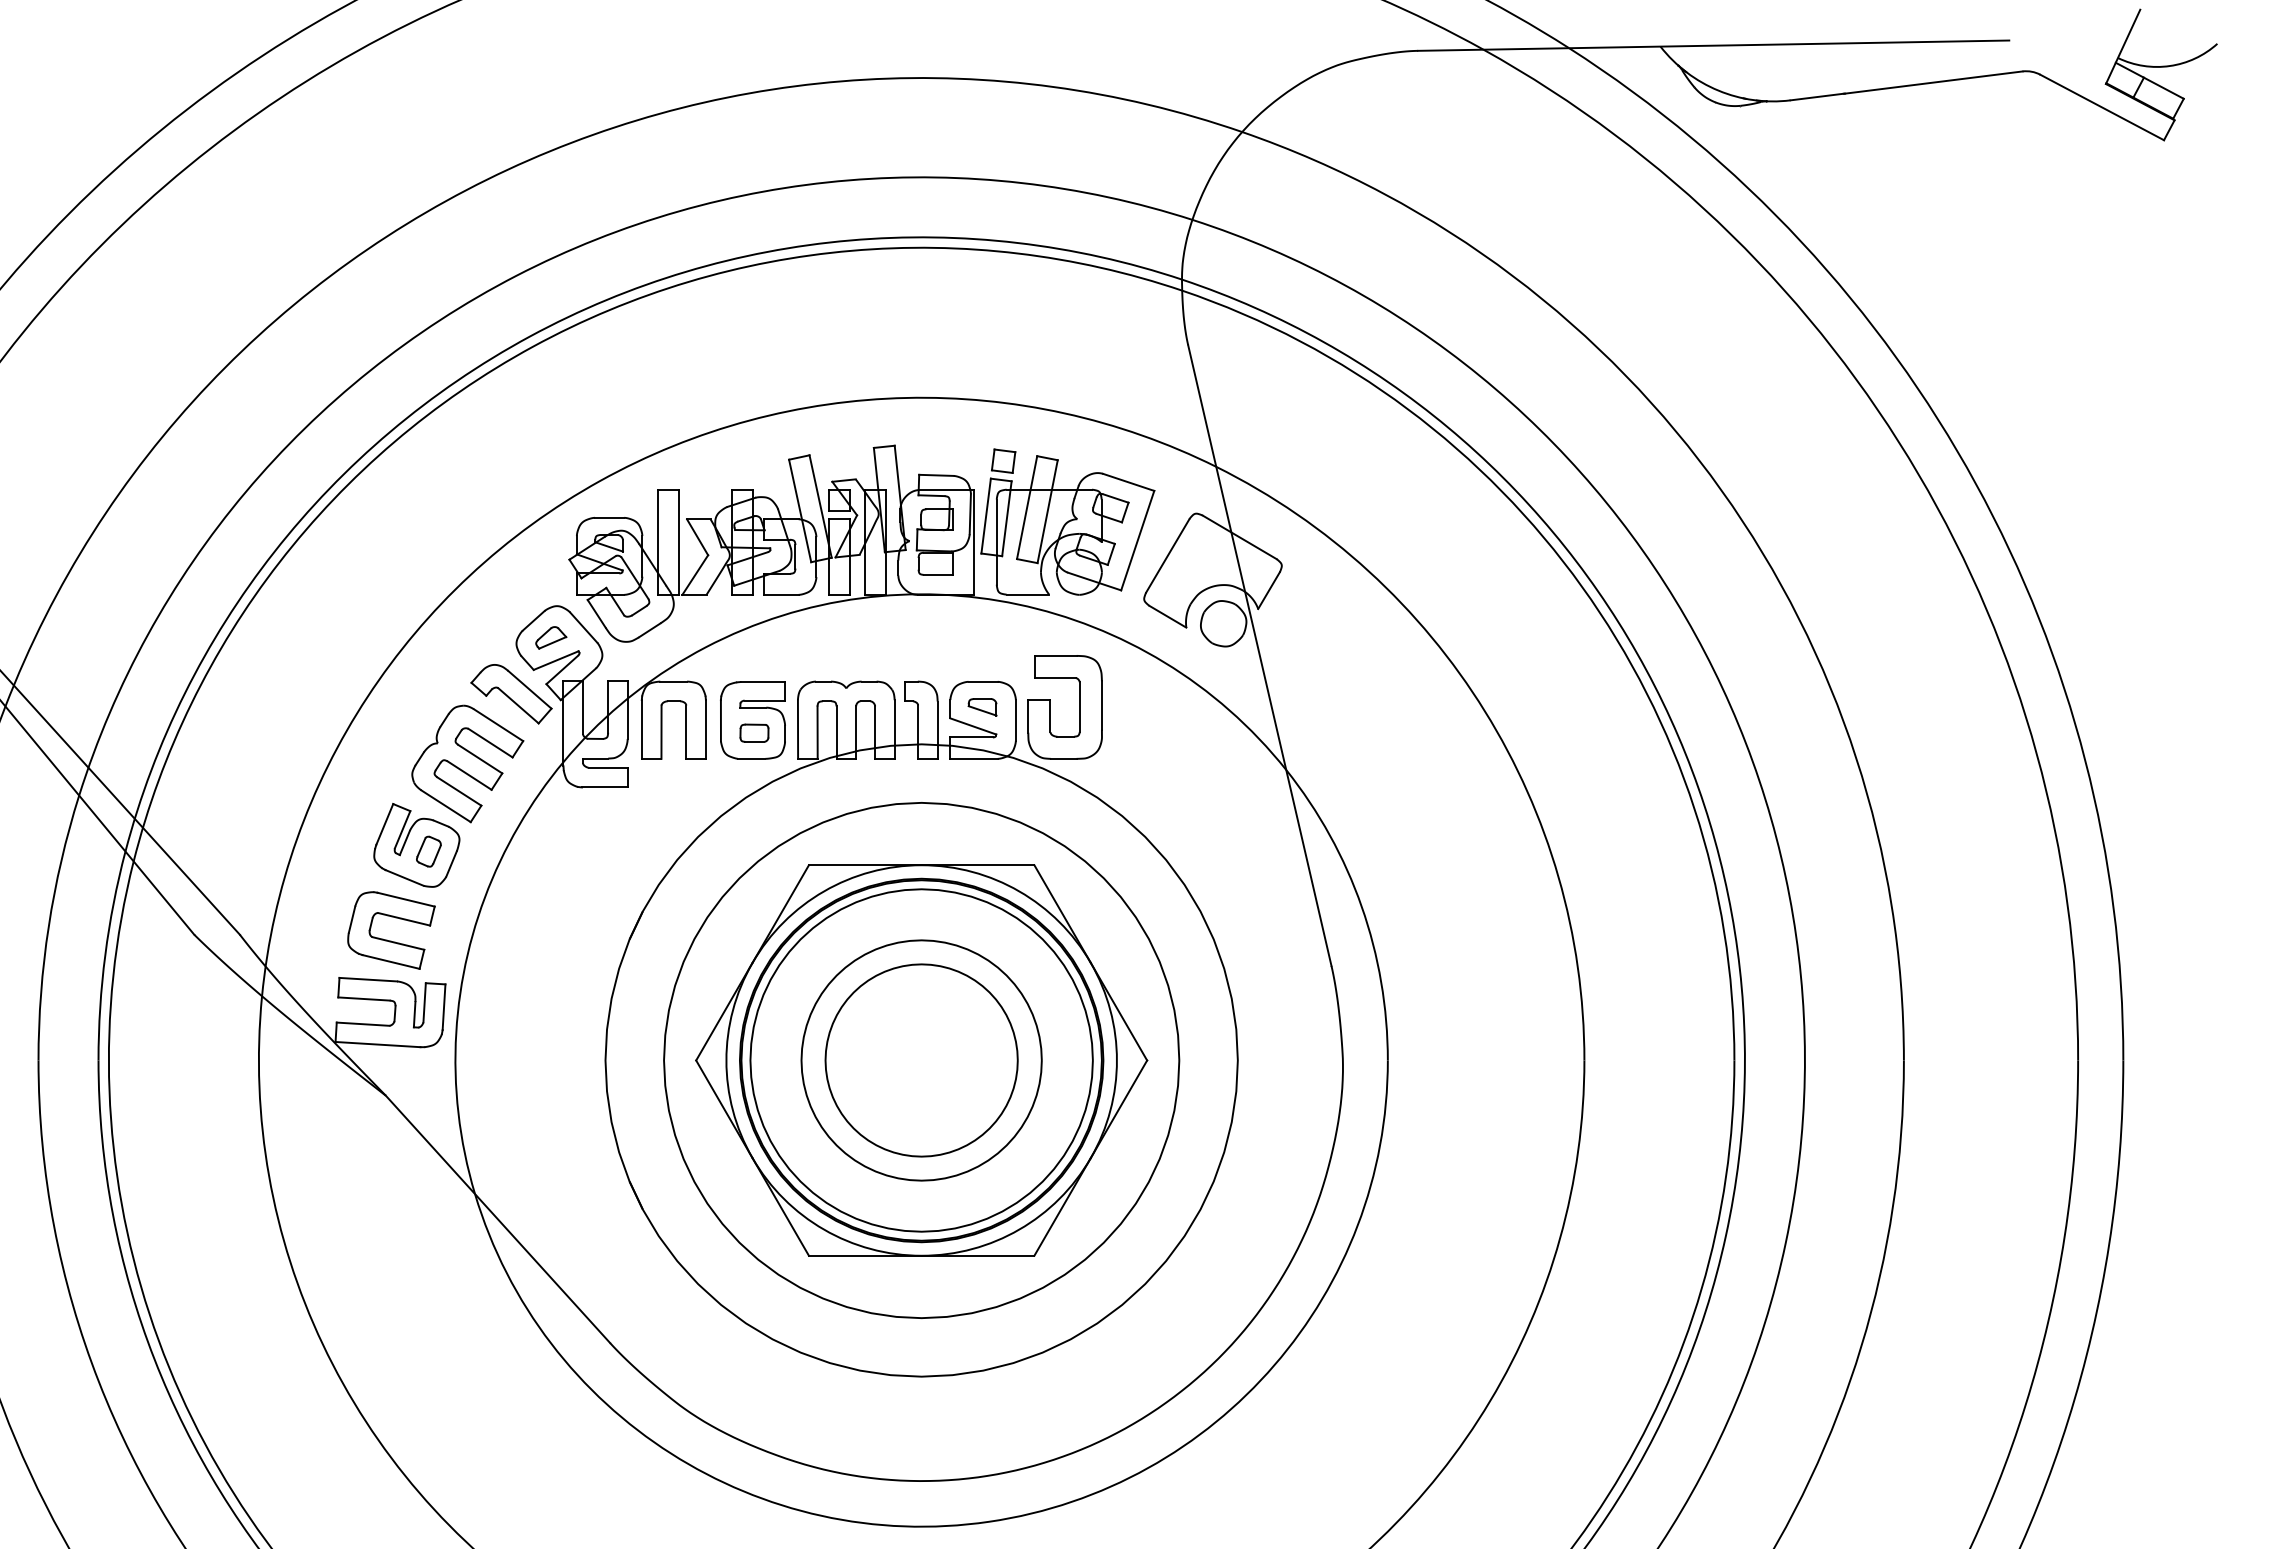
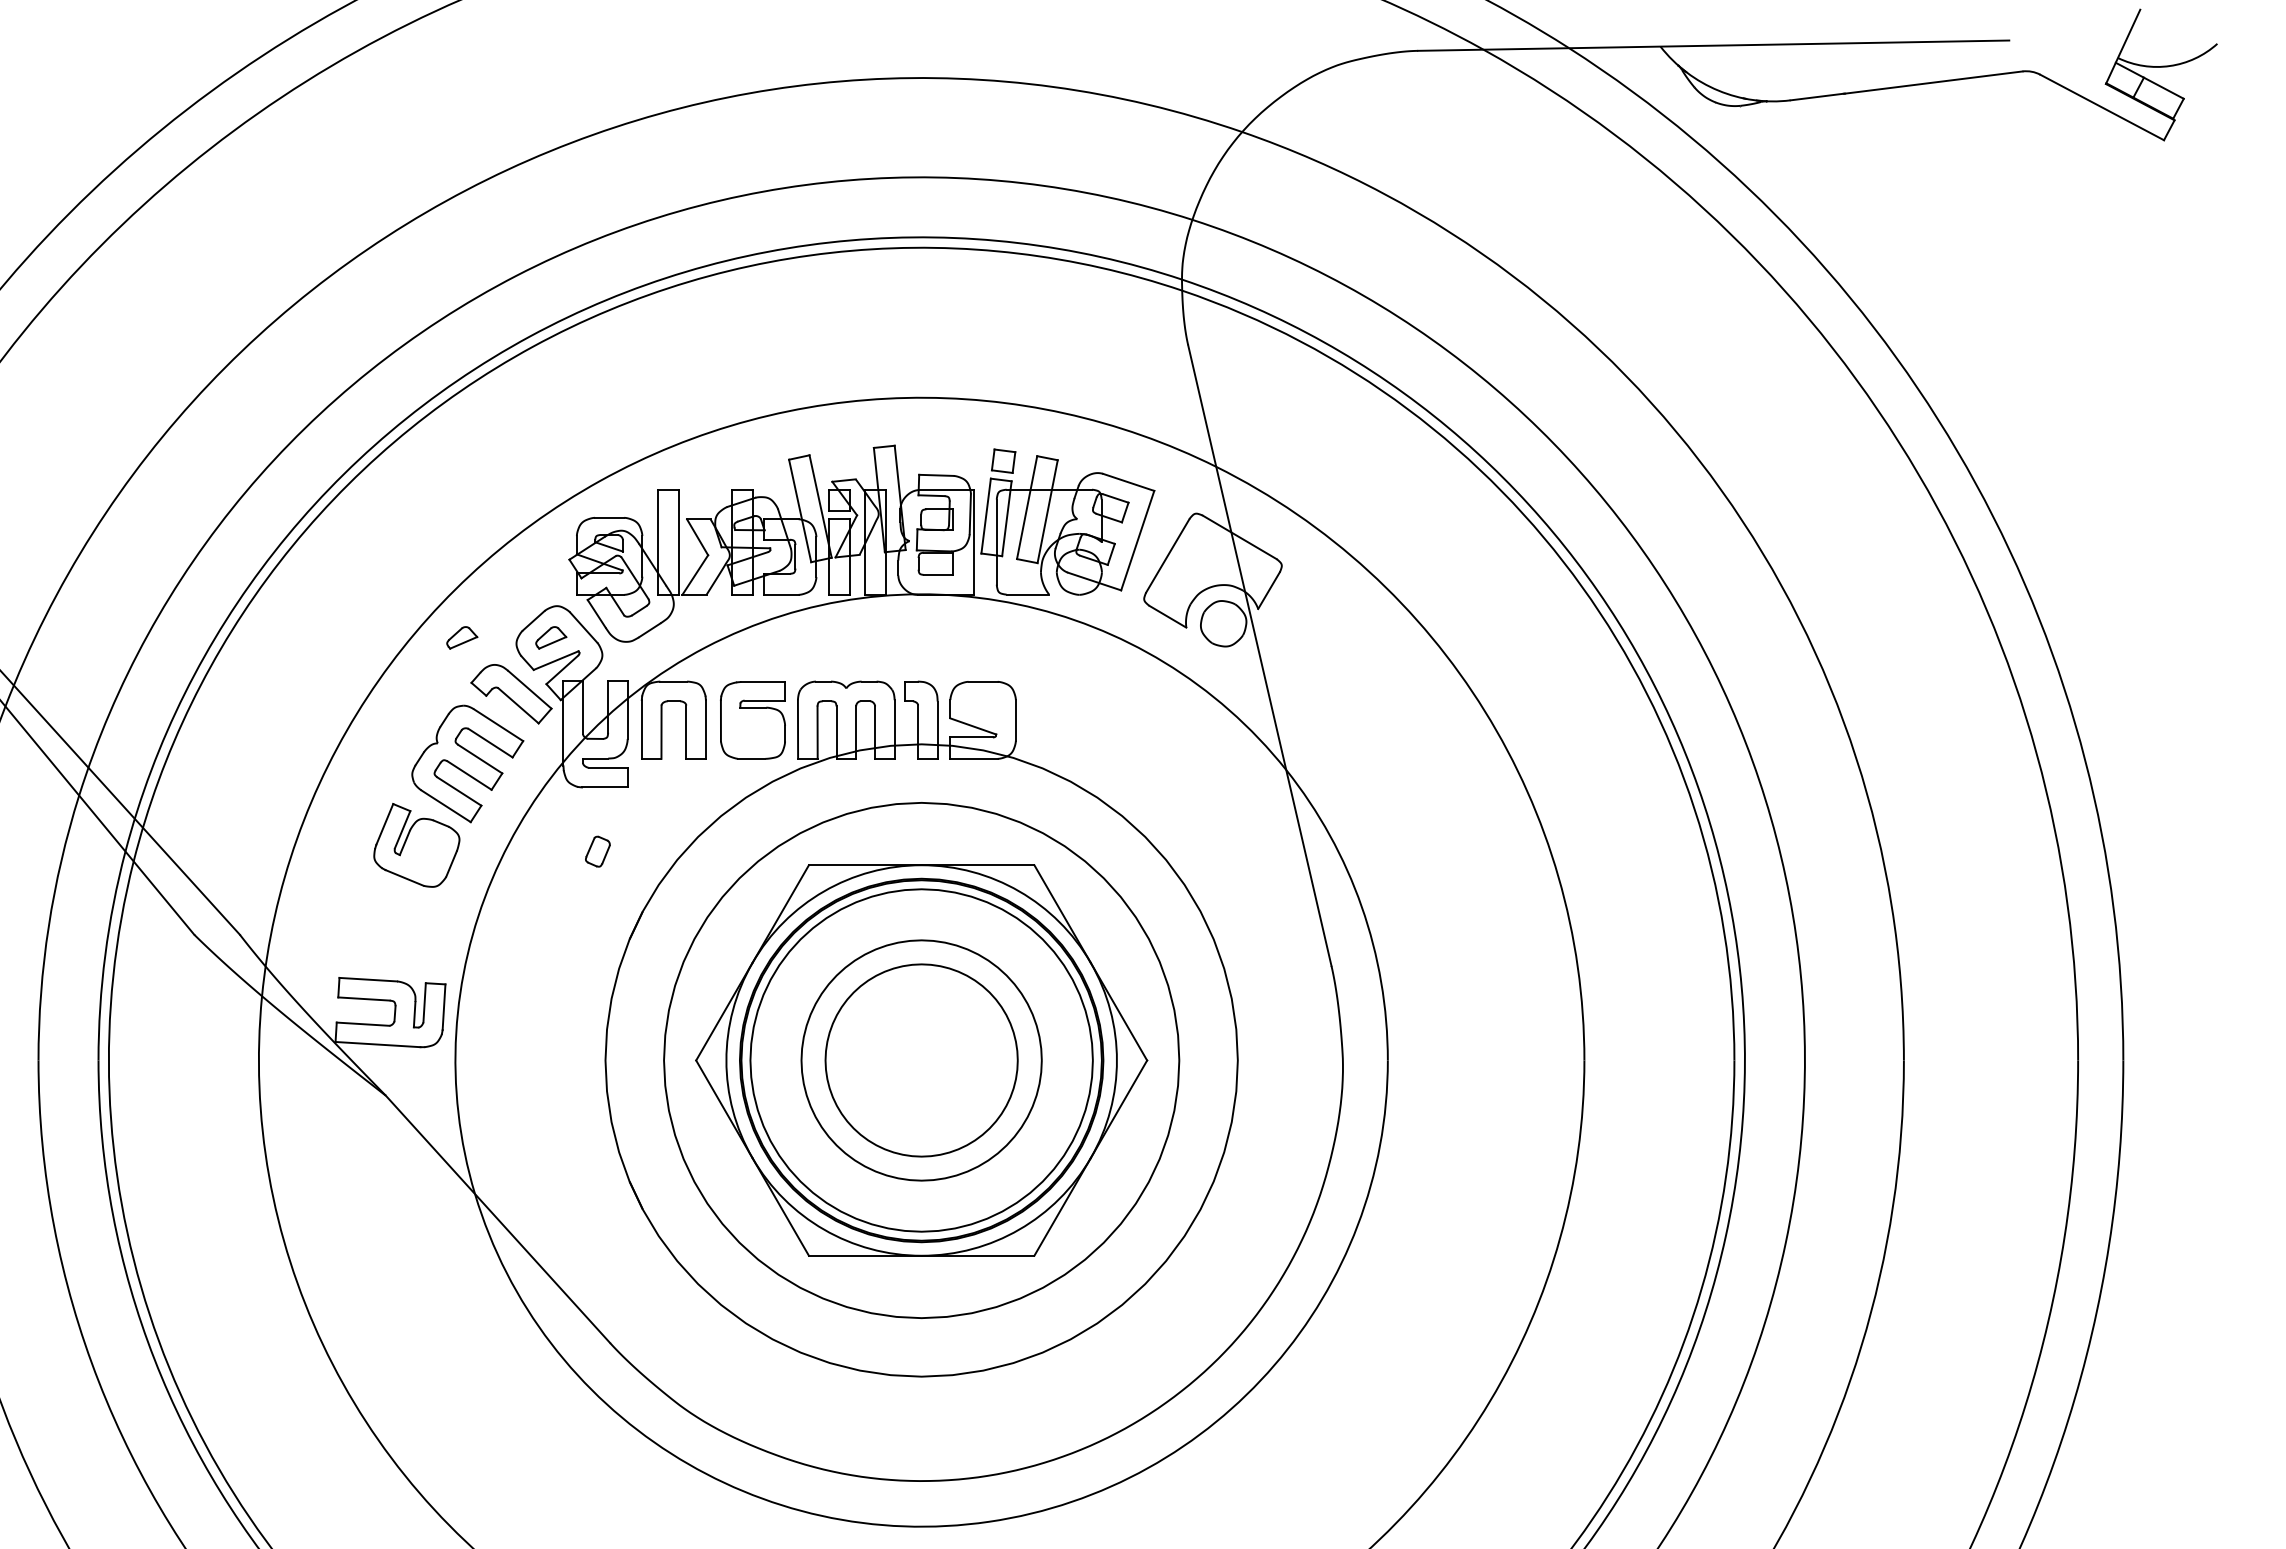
part at (462, 637): none -> present
part at (982, 707): present -> none
part at (1050, 707): present -> none
part at (754, 732): present -> none
part at (428, 851) position: (428, 851) -> (597, 851)
part at (387, 939): present -> none
